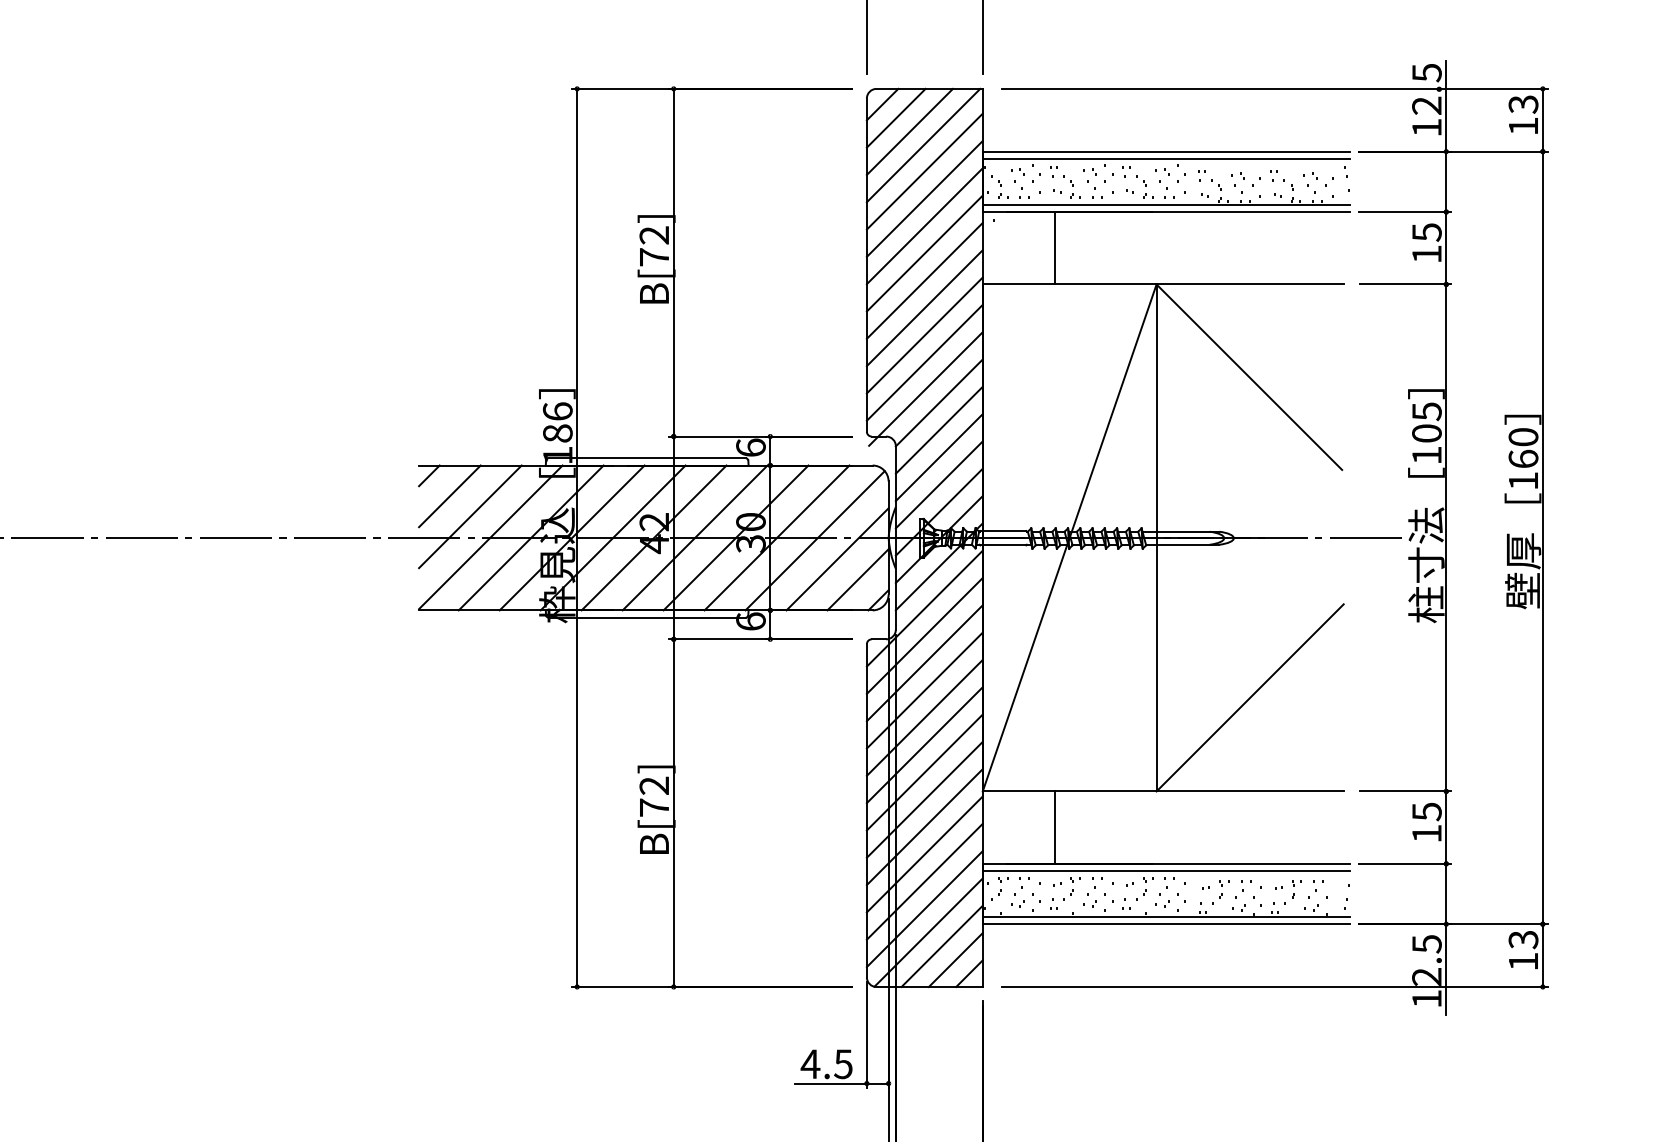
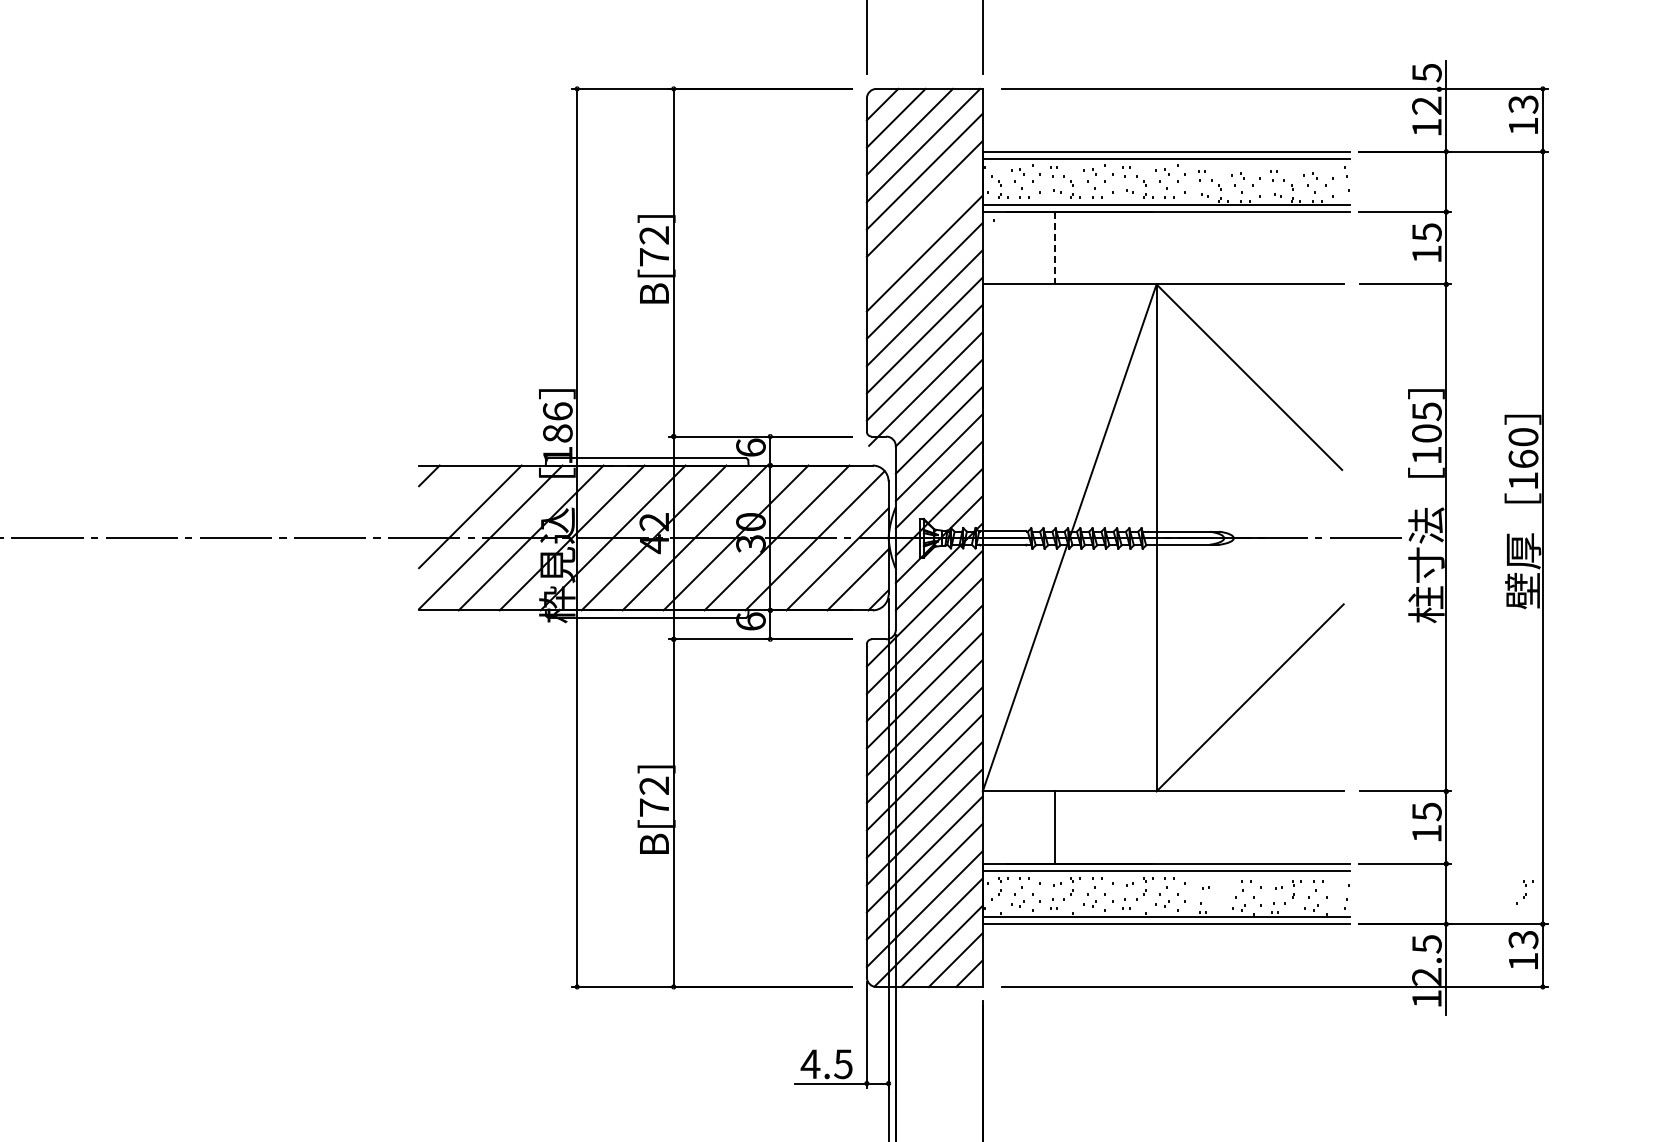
line at (924, 226): present -> none
line at (1055, 248): solid -> dashed
line at (449, 496): present -> none
part at (1220, 892) position: (1220, 892) -> (1524, 892)
